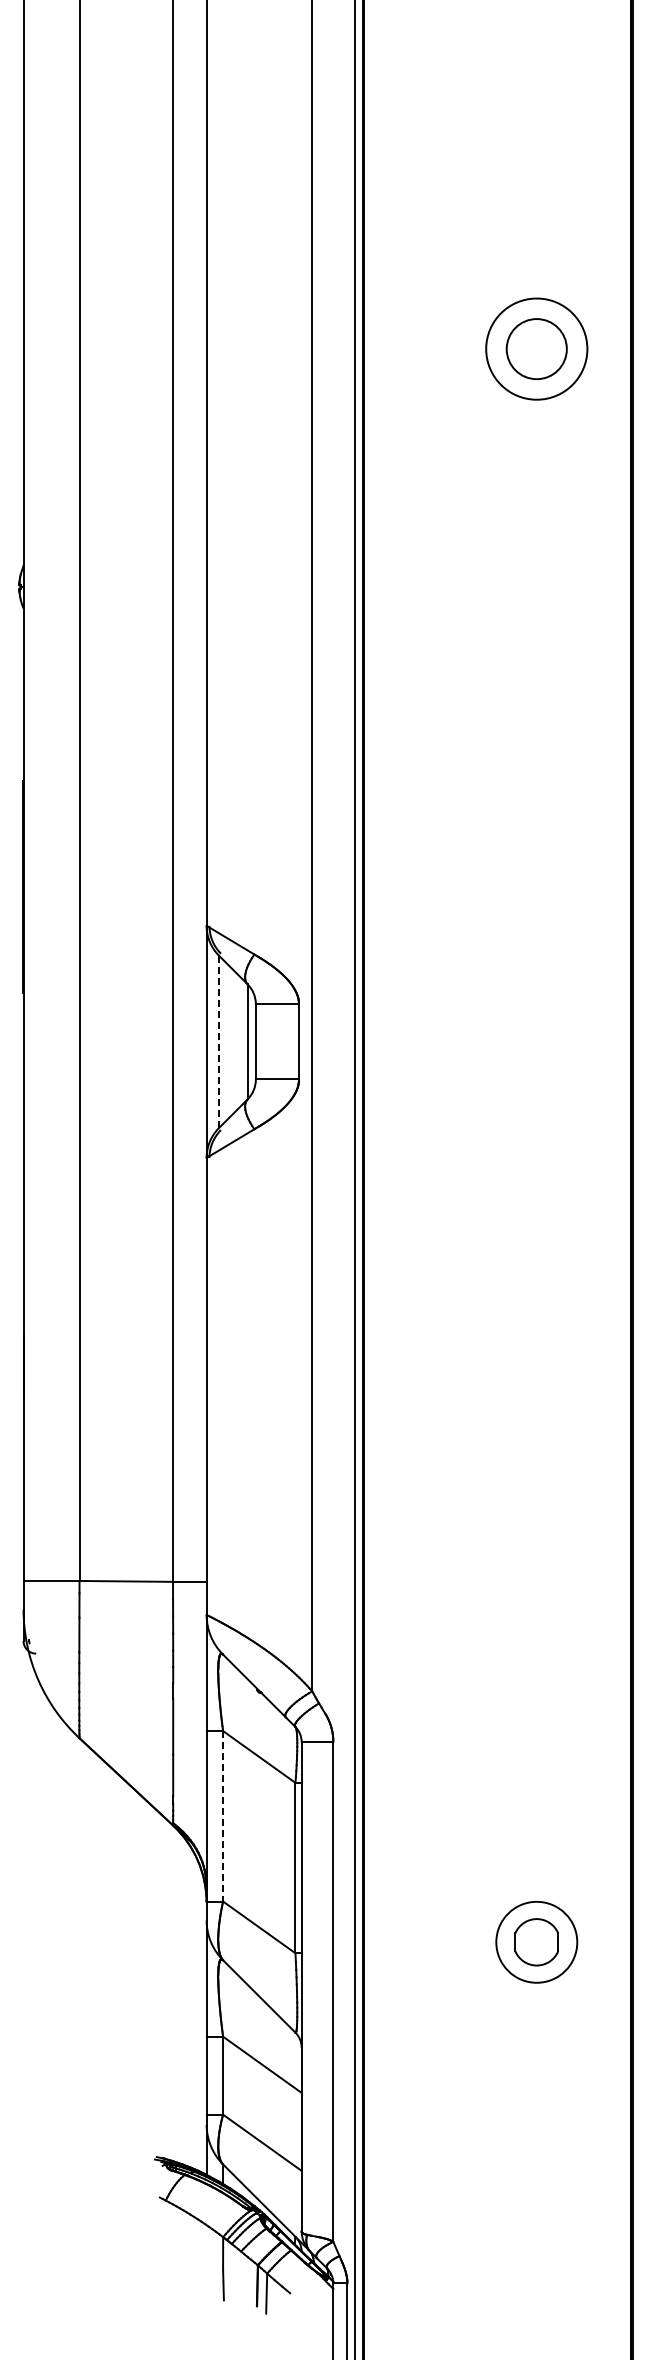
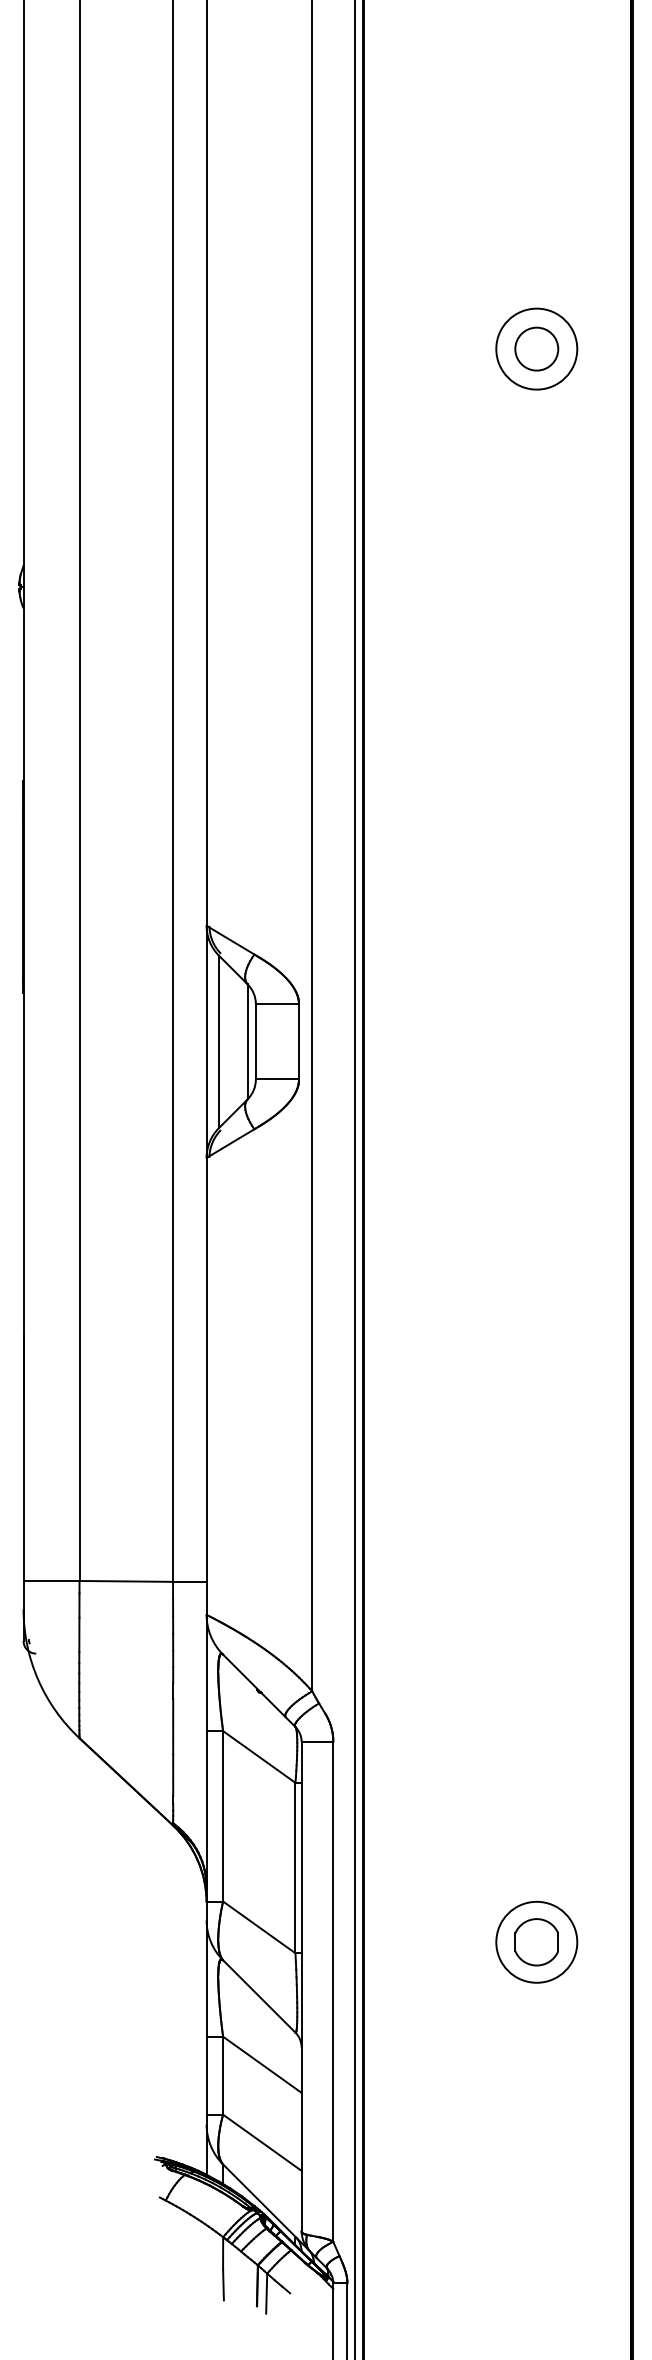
circle at (536, 348) diameter: 101 px -> 81 px
circle at (536, 349) diameter: 60 px -> 43 px
line at (218, 1042): dashed -> solid
line at (223, 1816): dashed -> solid
